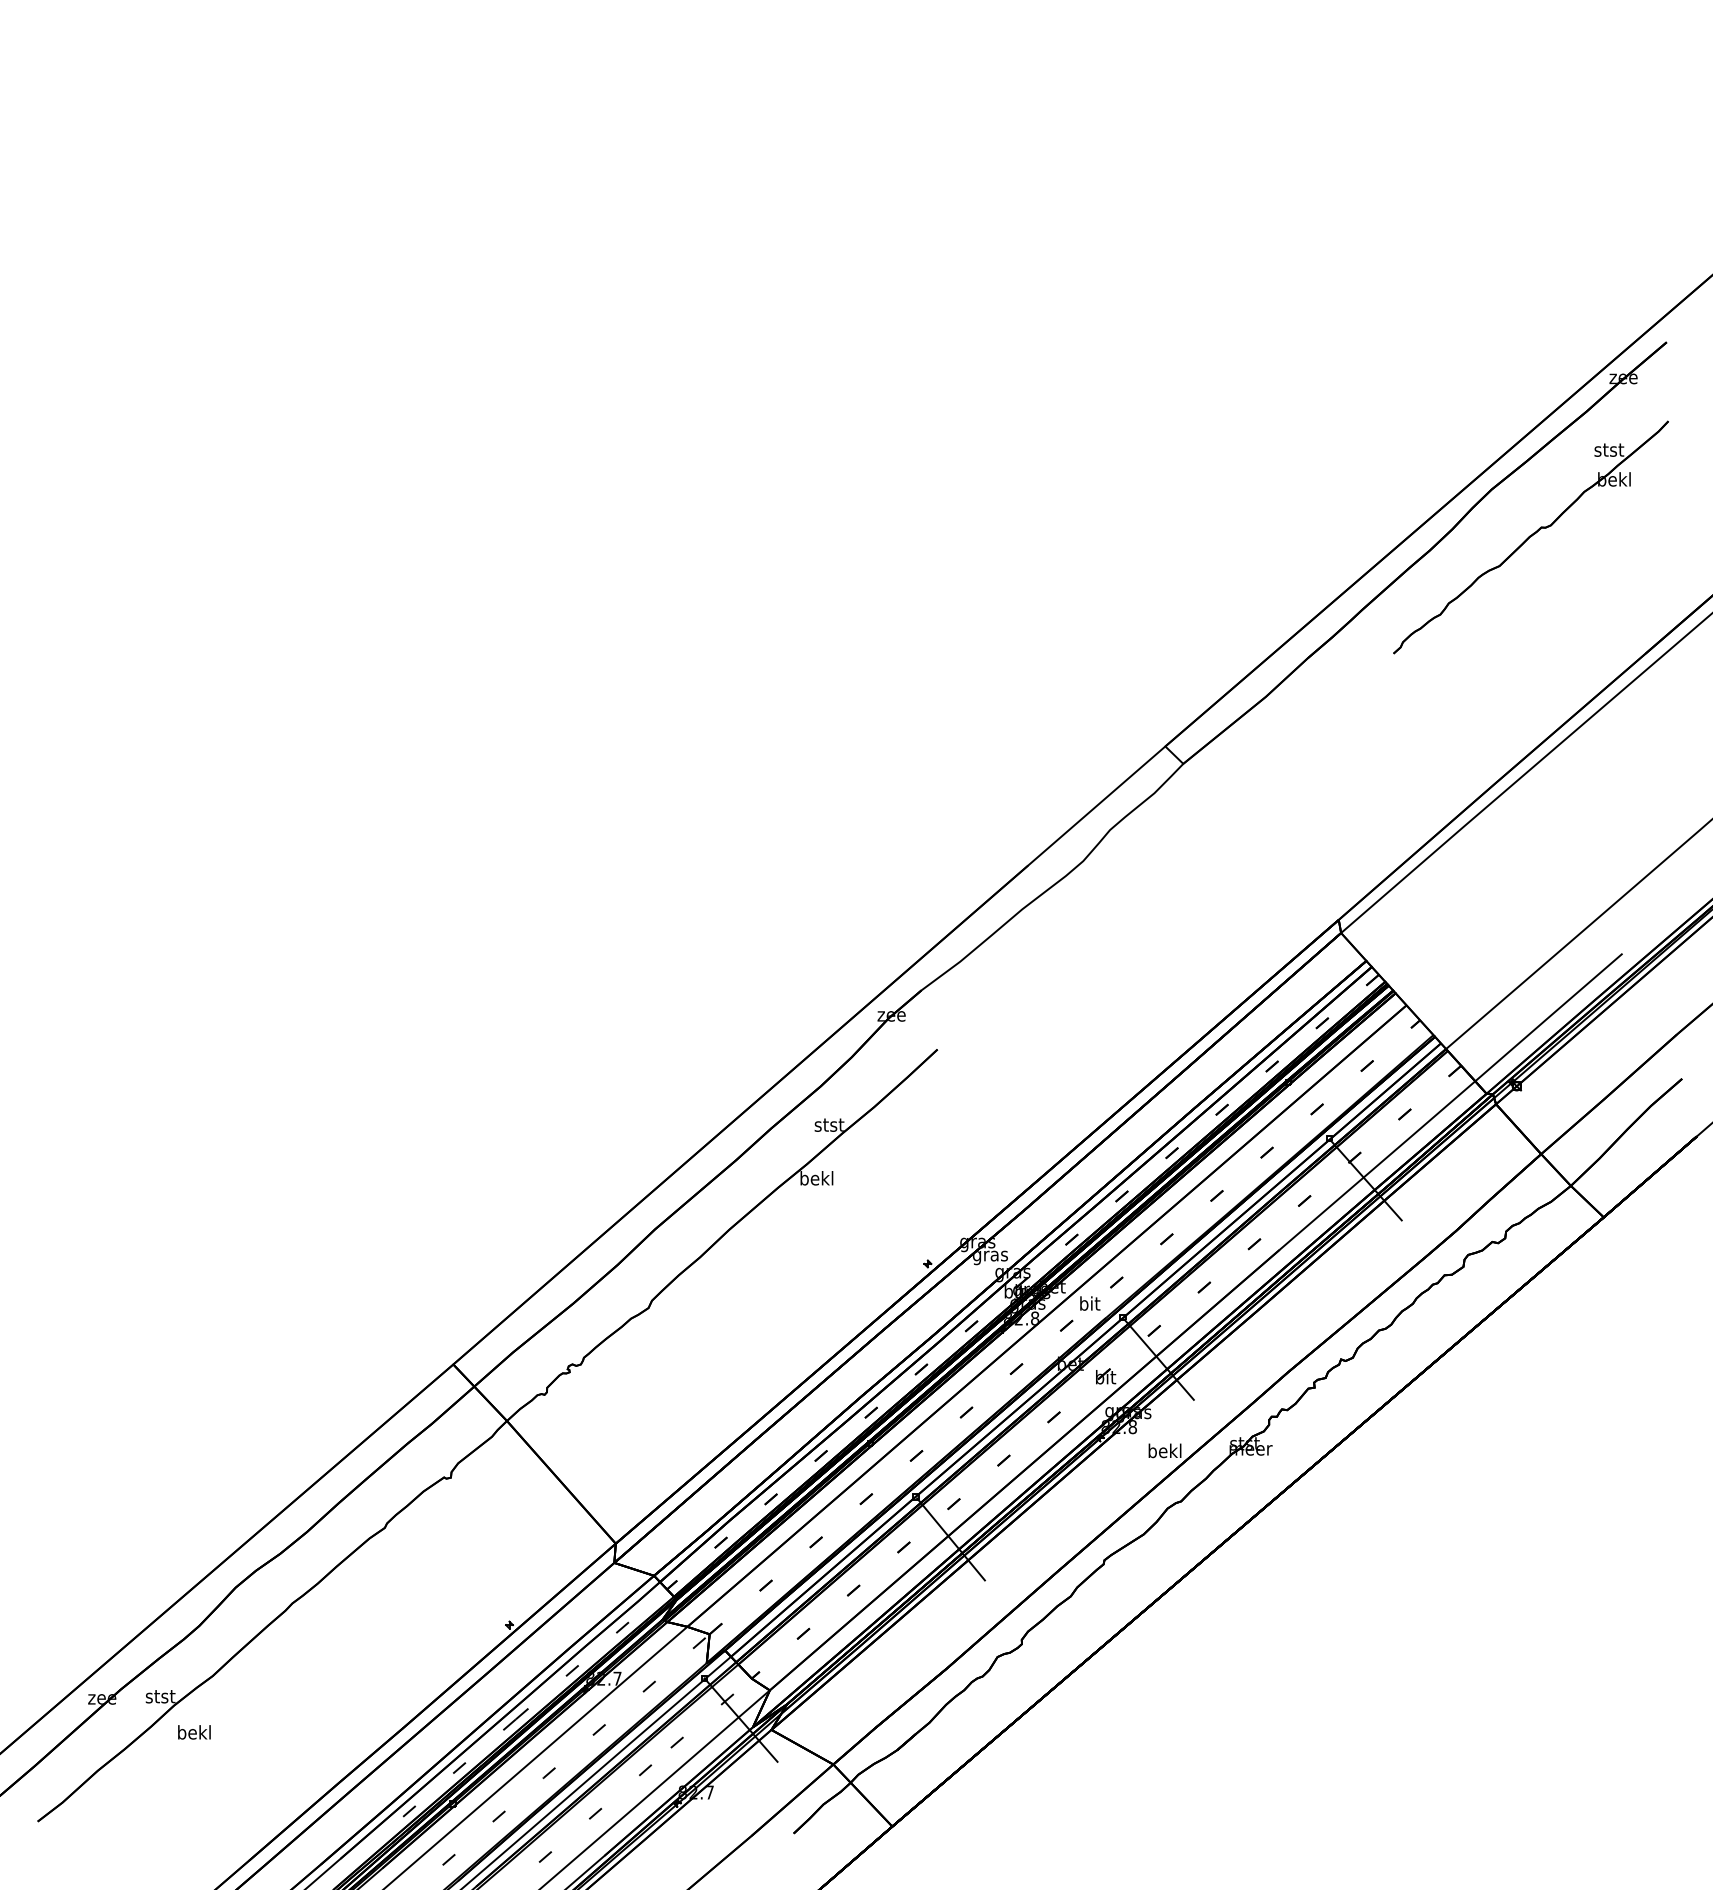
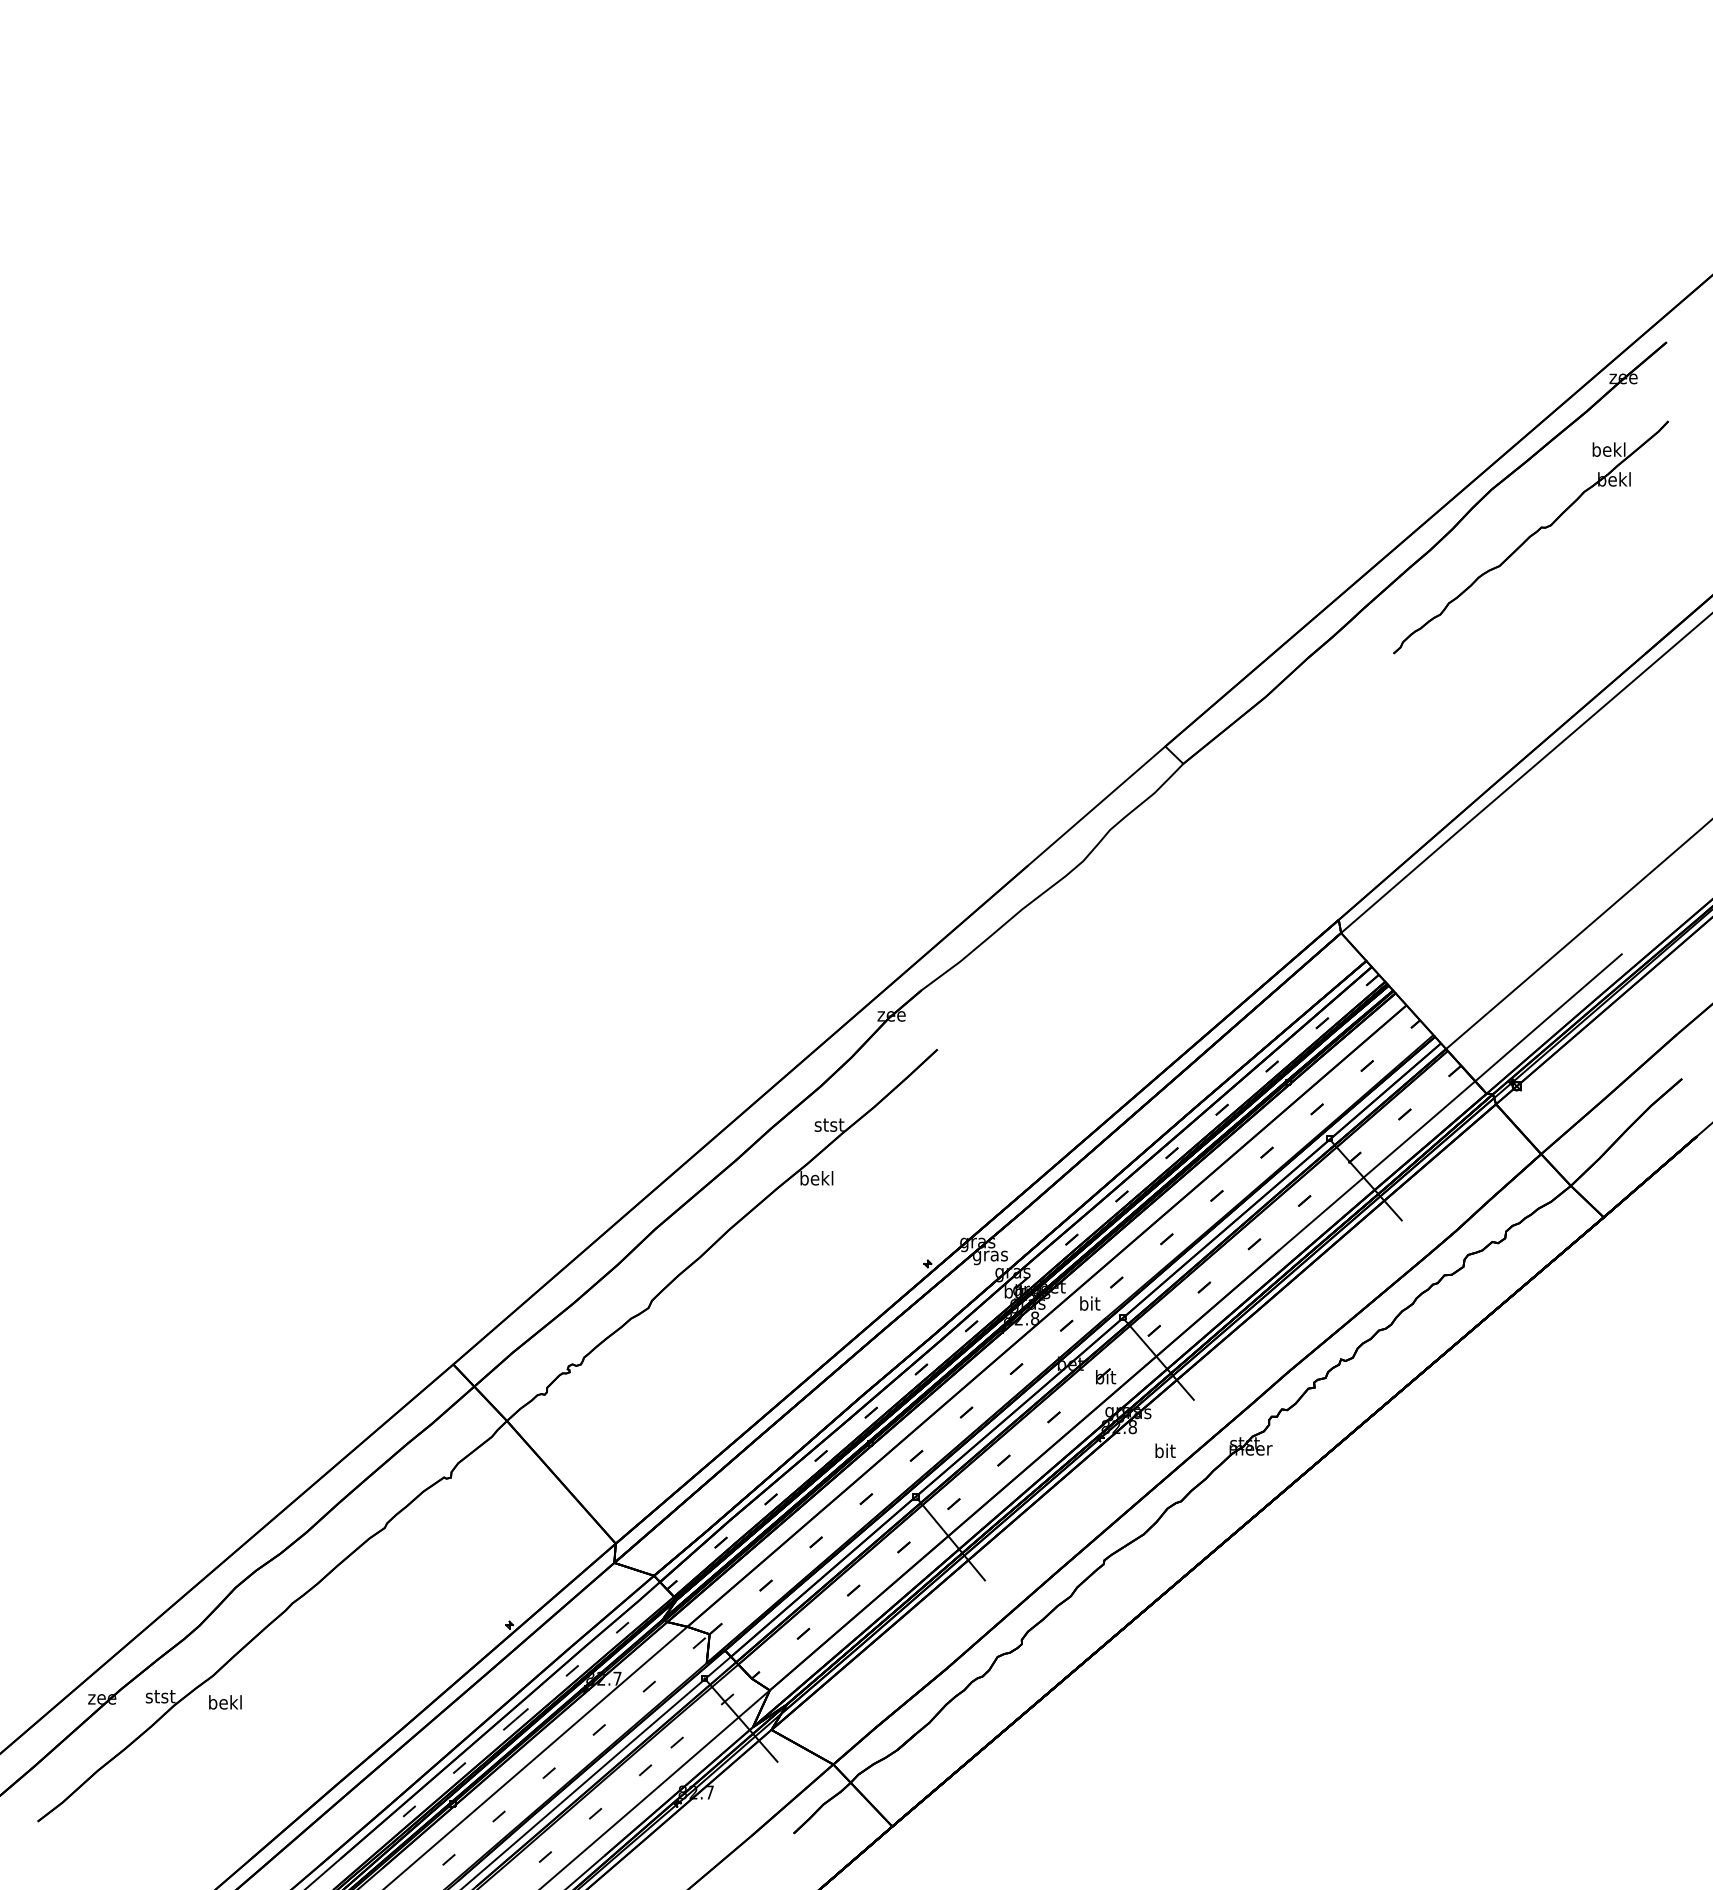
text at (1608, 449): stst -> bekl
text at (1164, 1450): bekl -> bit
text at (194, 1732) position: (194, 1732) -> (225, 1702)
